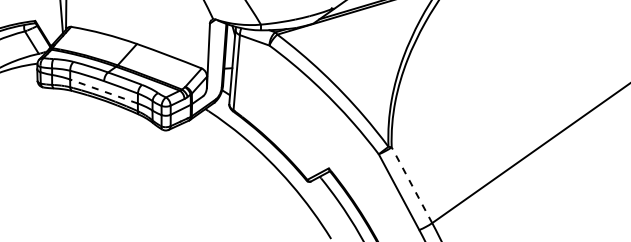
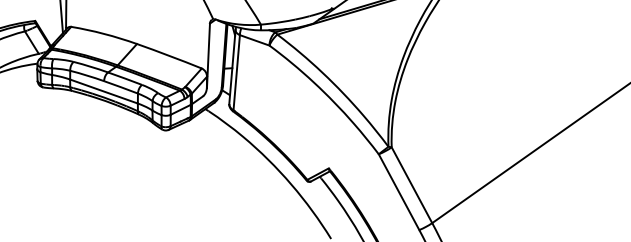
line at (104, 91): dashed -> solid
line at (411, 185): dashed -> solid
